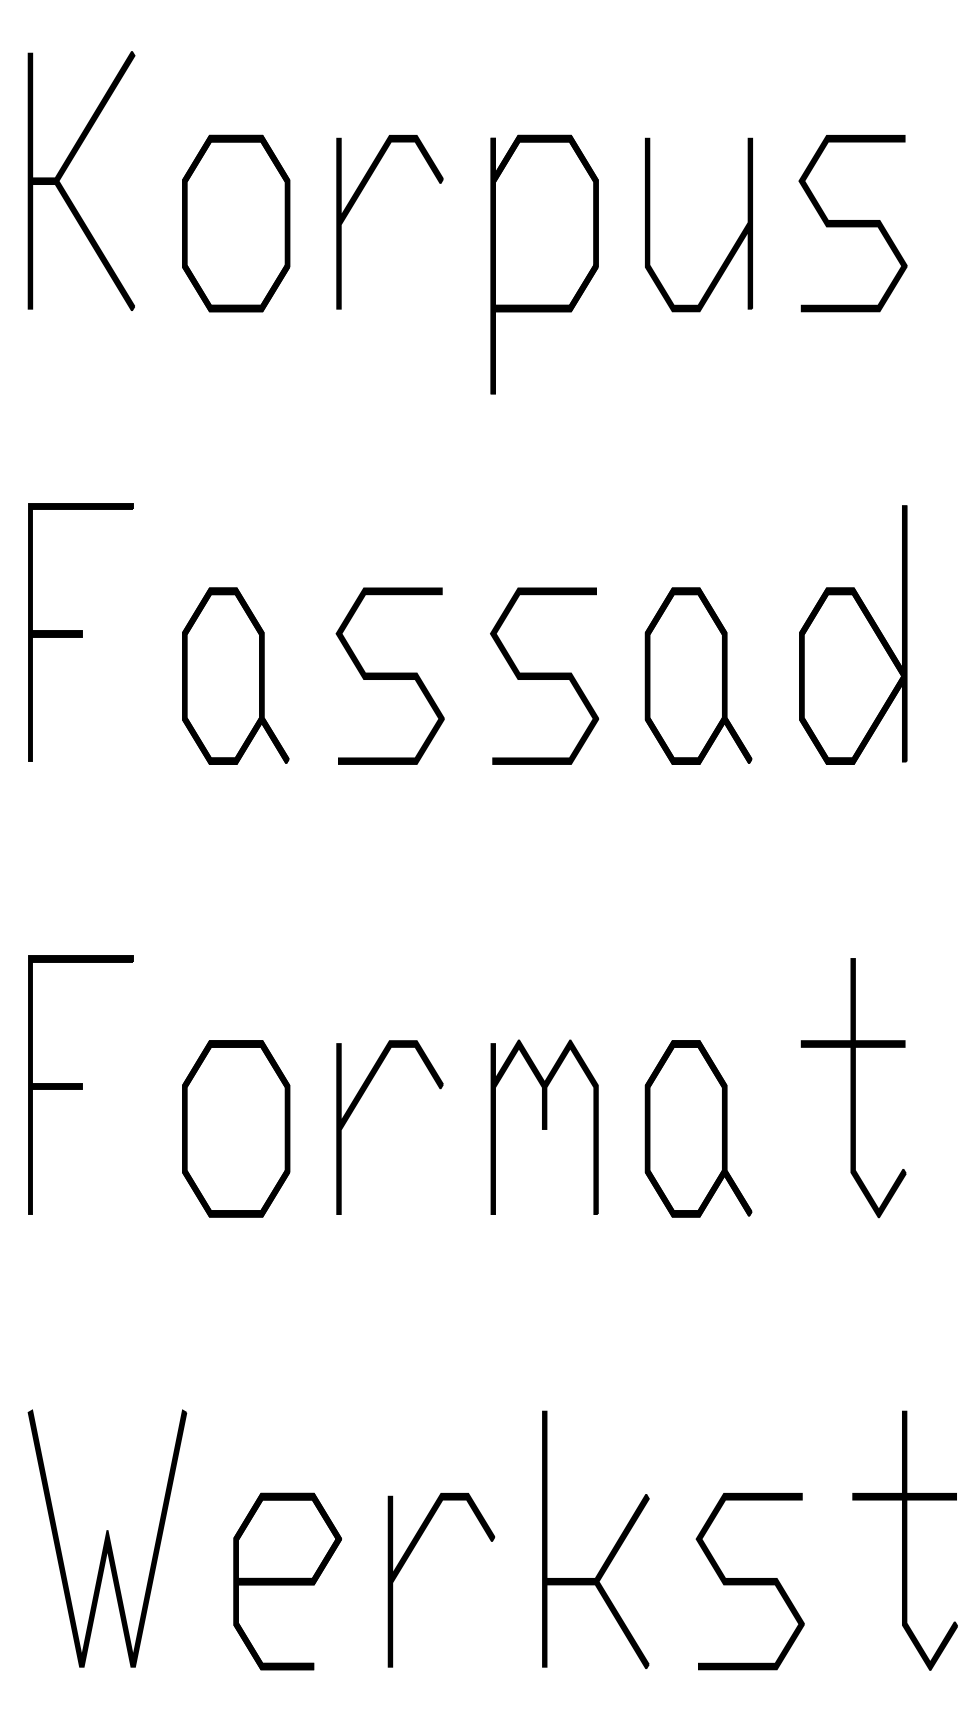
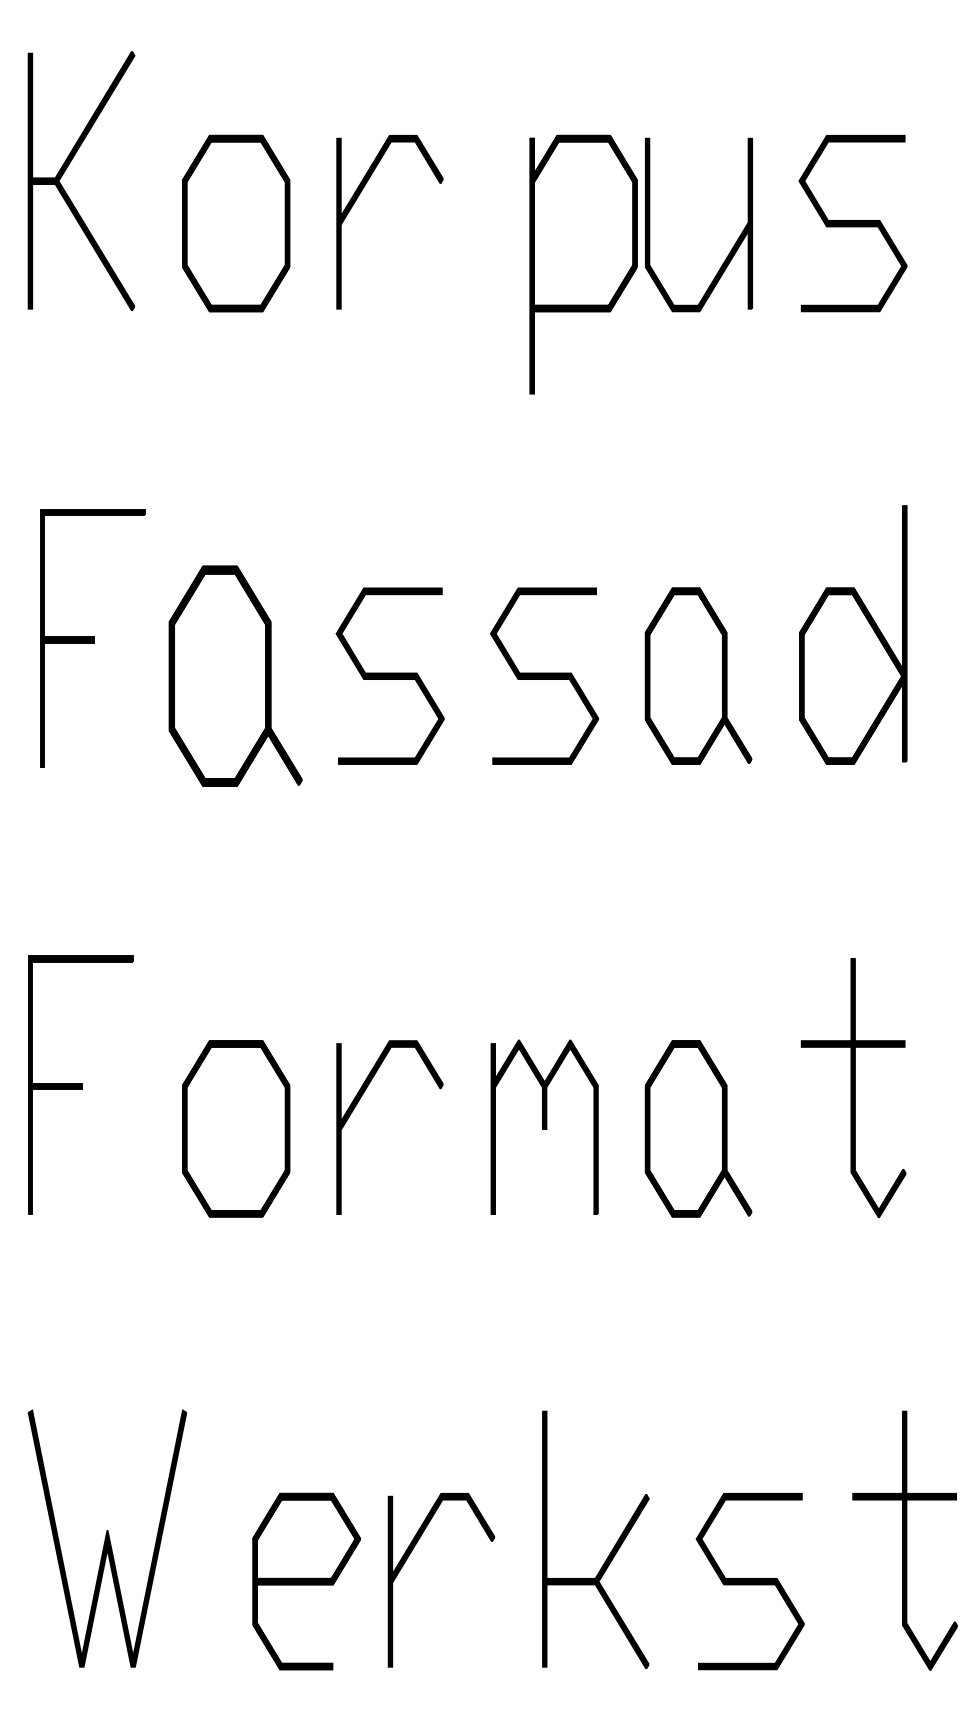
part at (544, 264) position: (544, 264) -> (583, 264)
part at (80, 632) position: (80, 632) -> (92, 638)
part at (235, 675) size: 108x178 px -> 135x222 px
part at (287, 1581) position: (287, 1581) -> (306, 1581)
